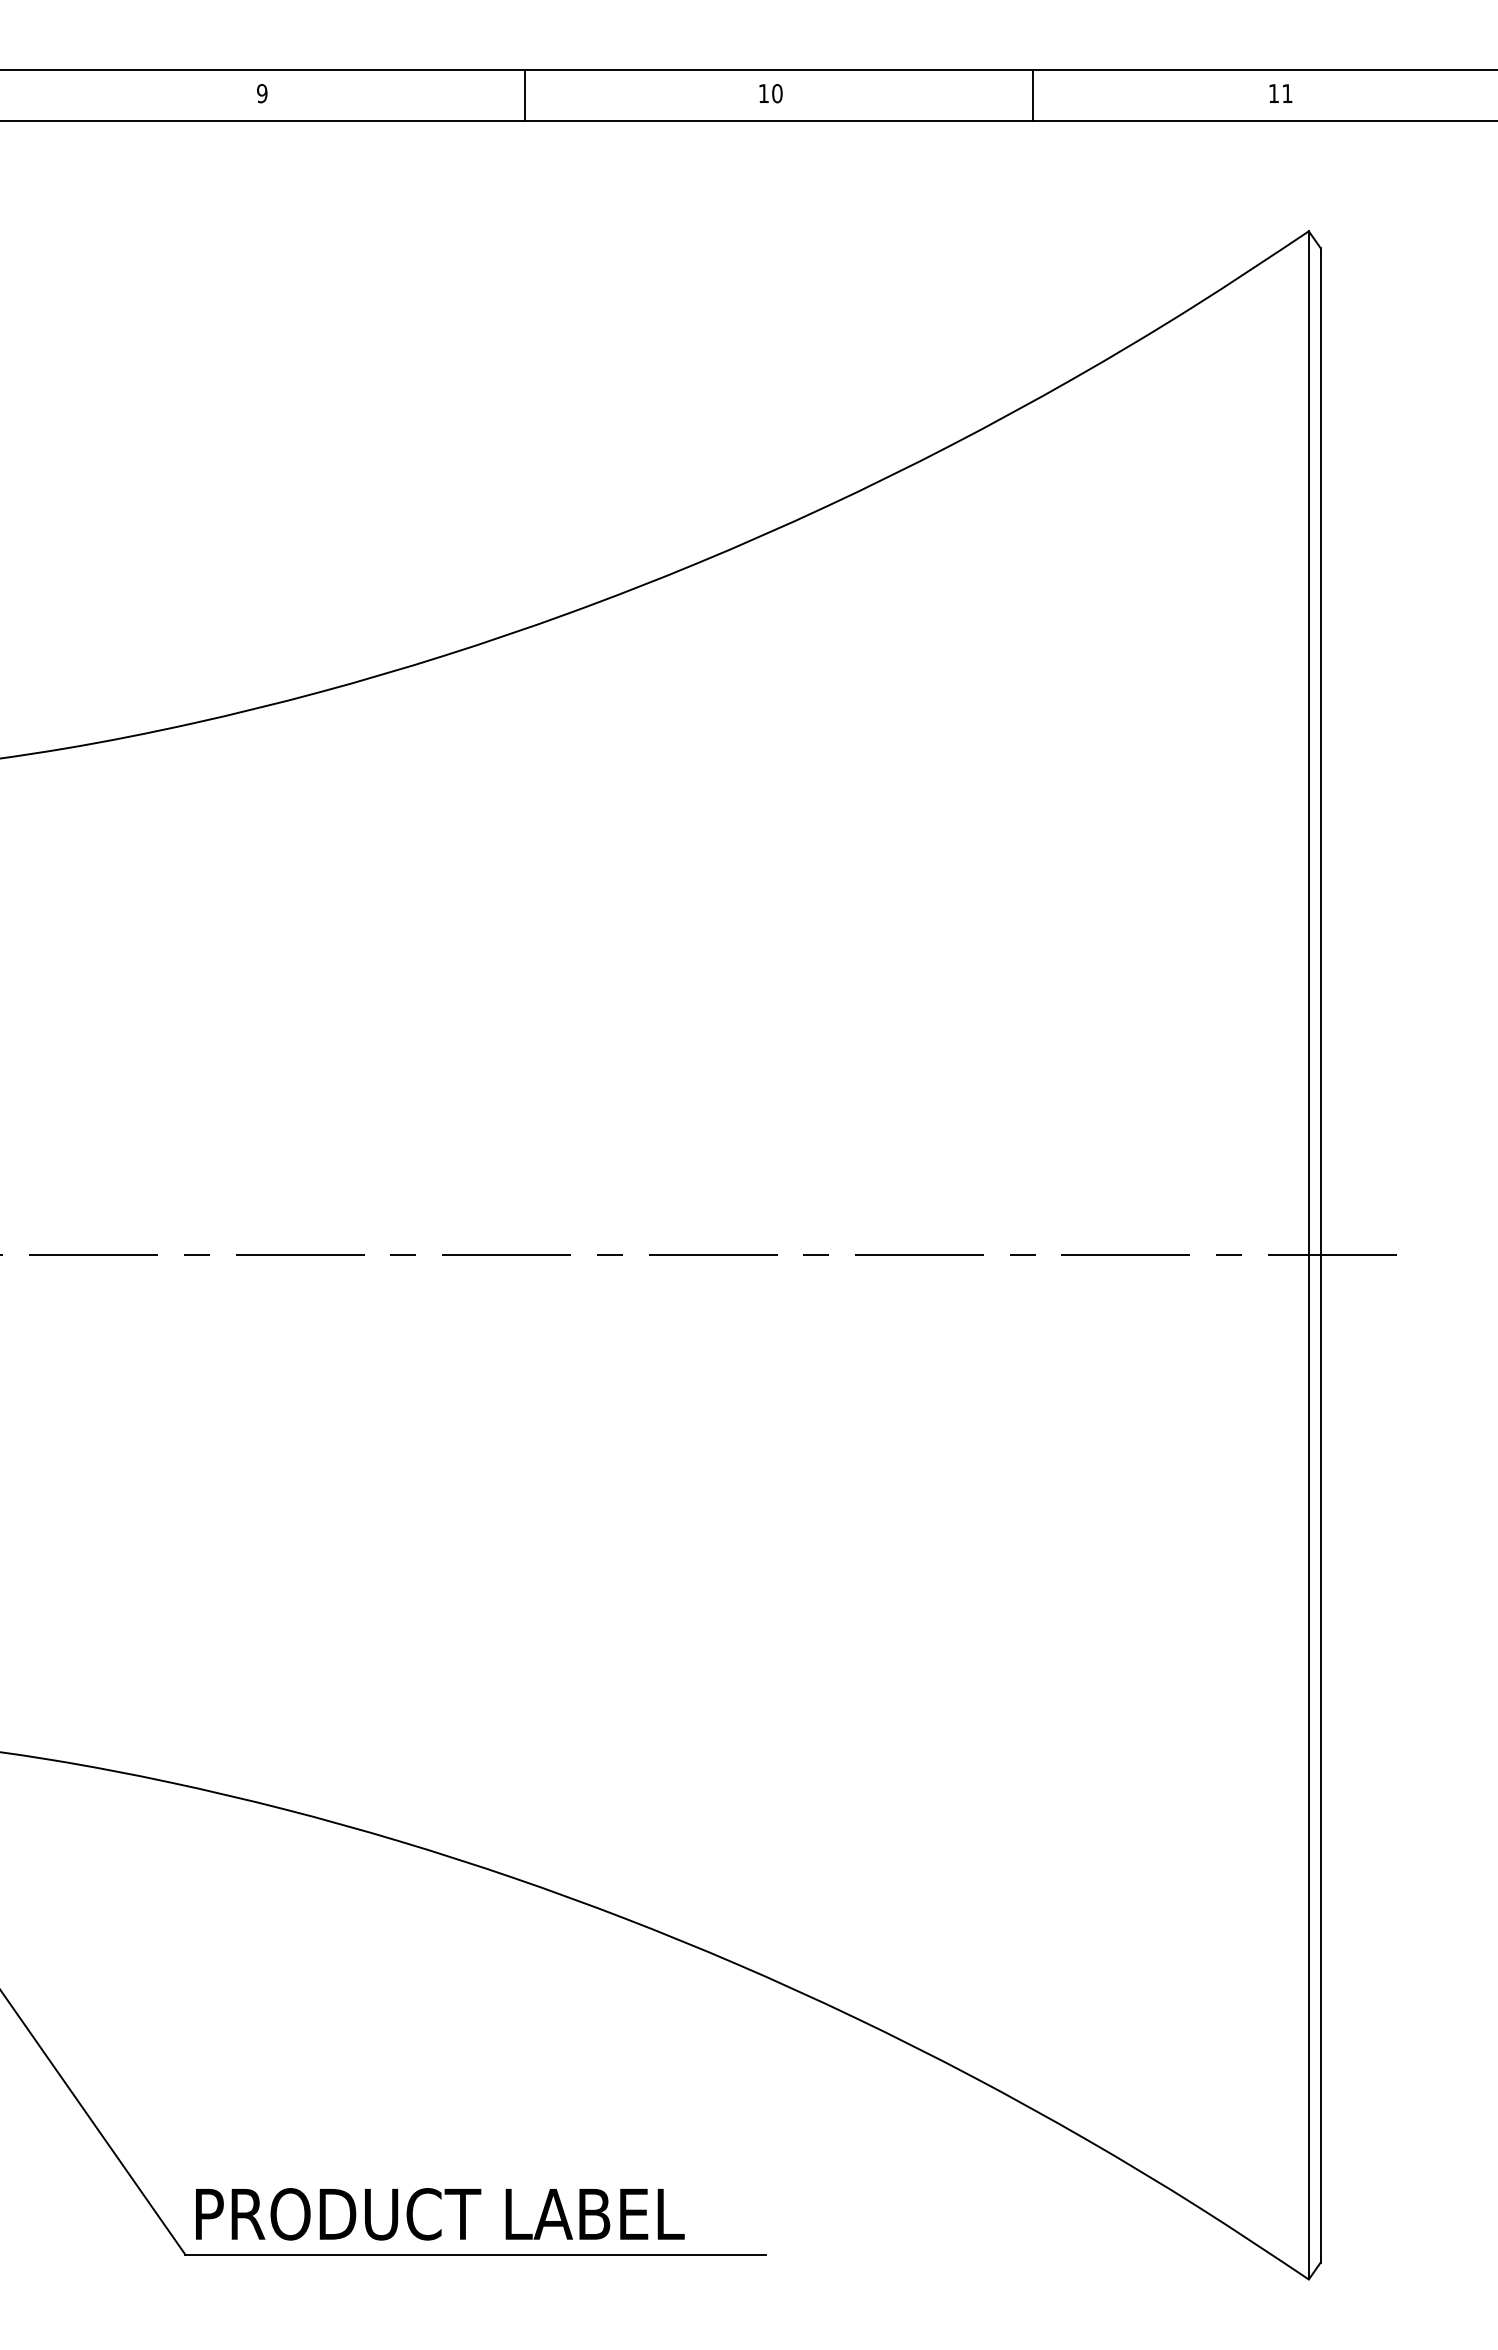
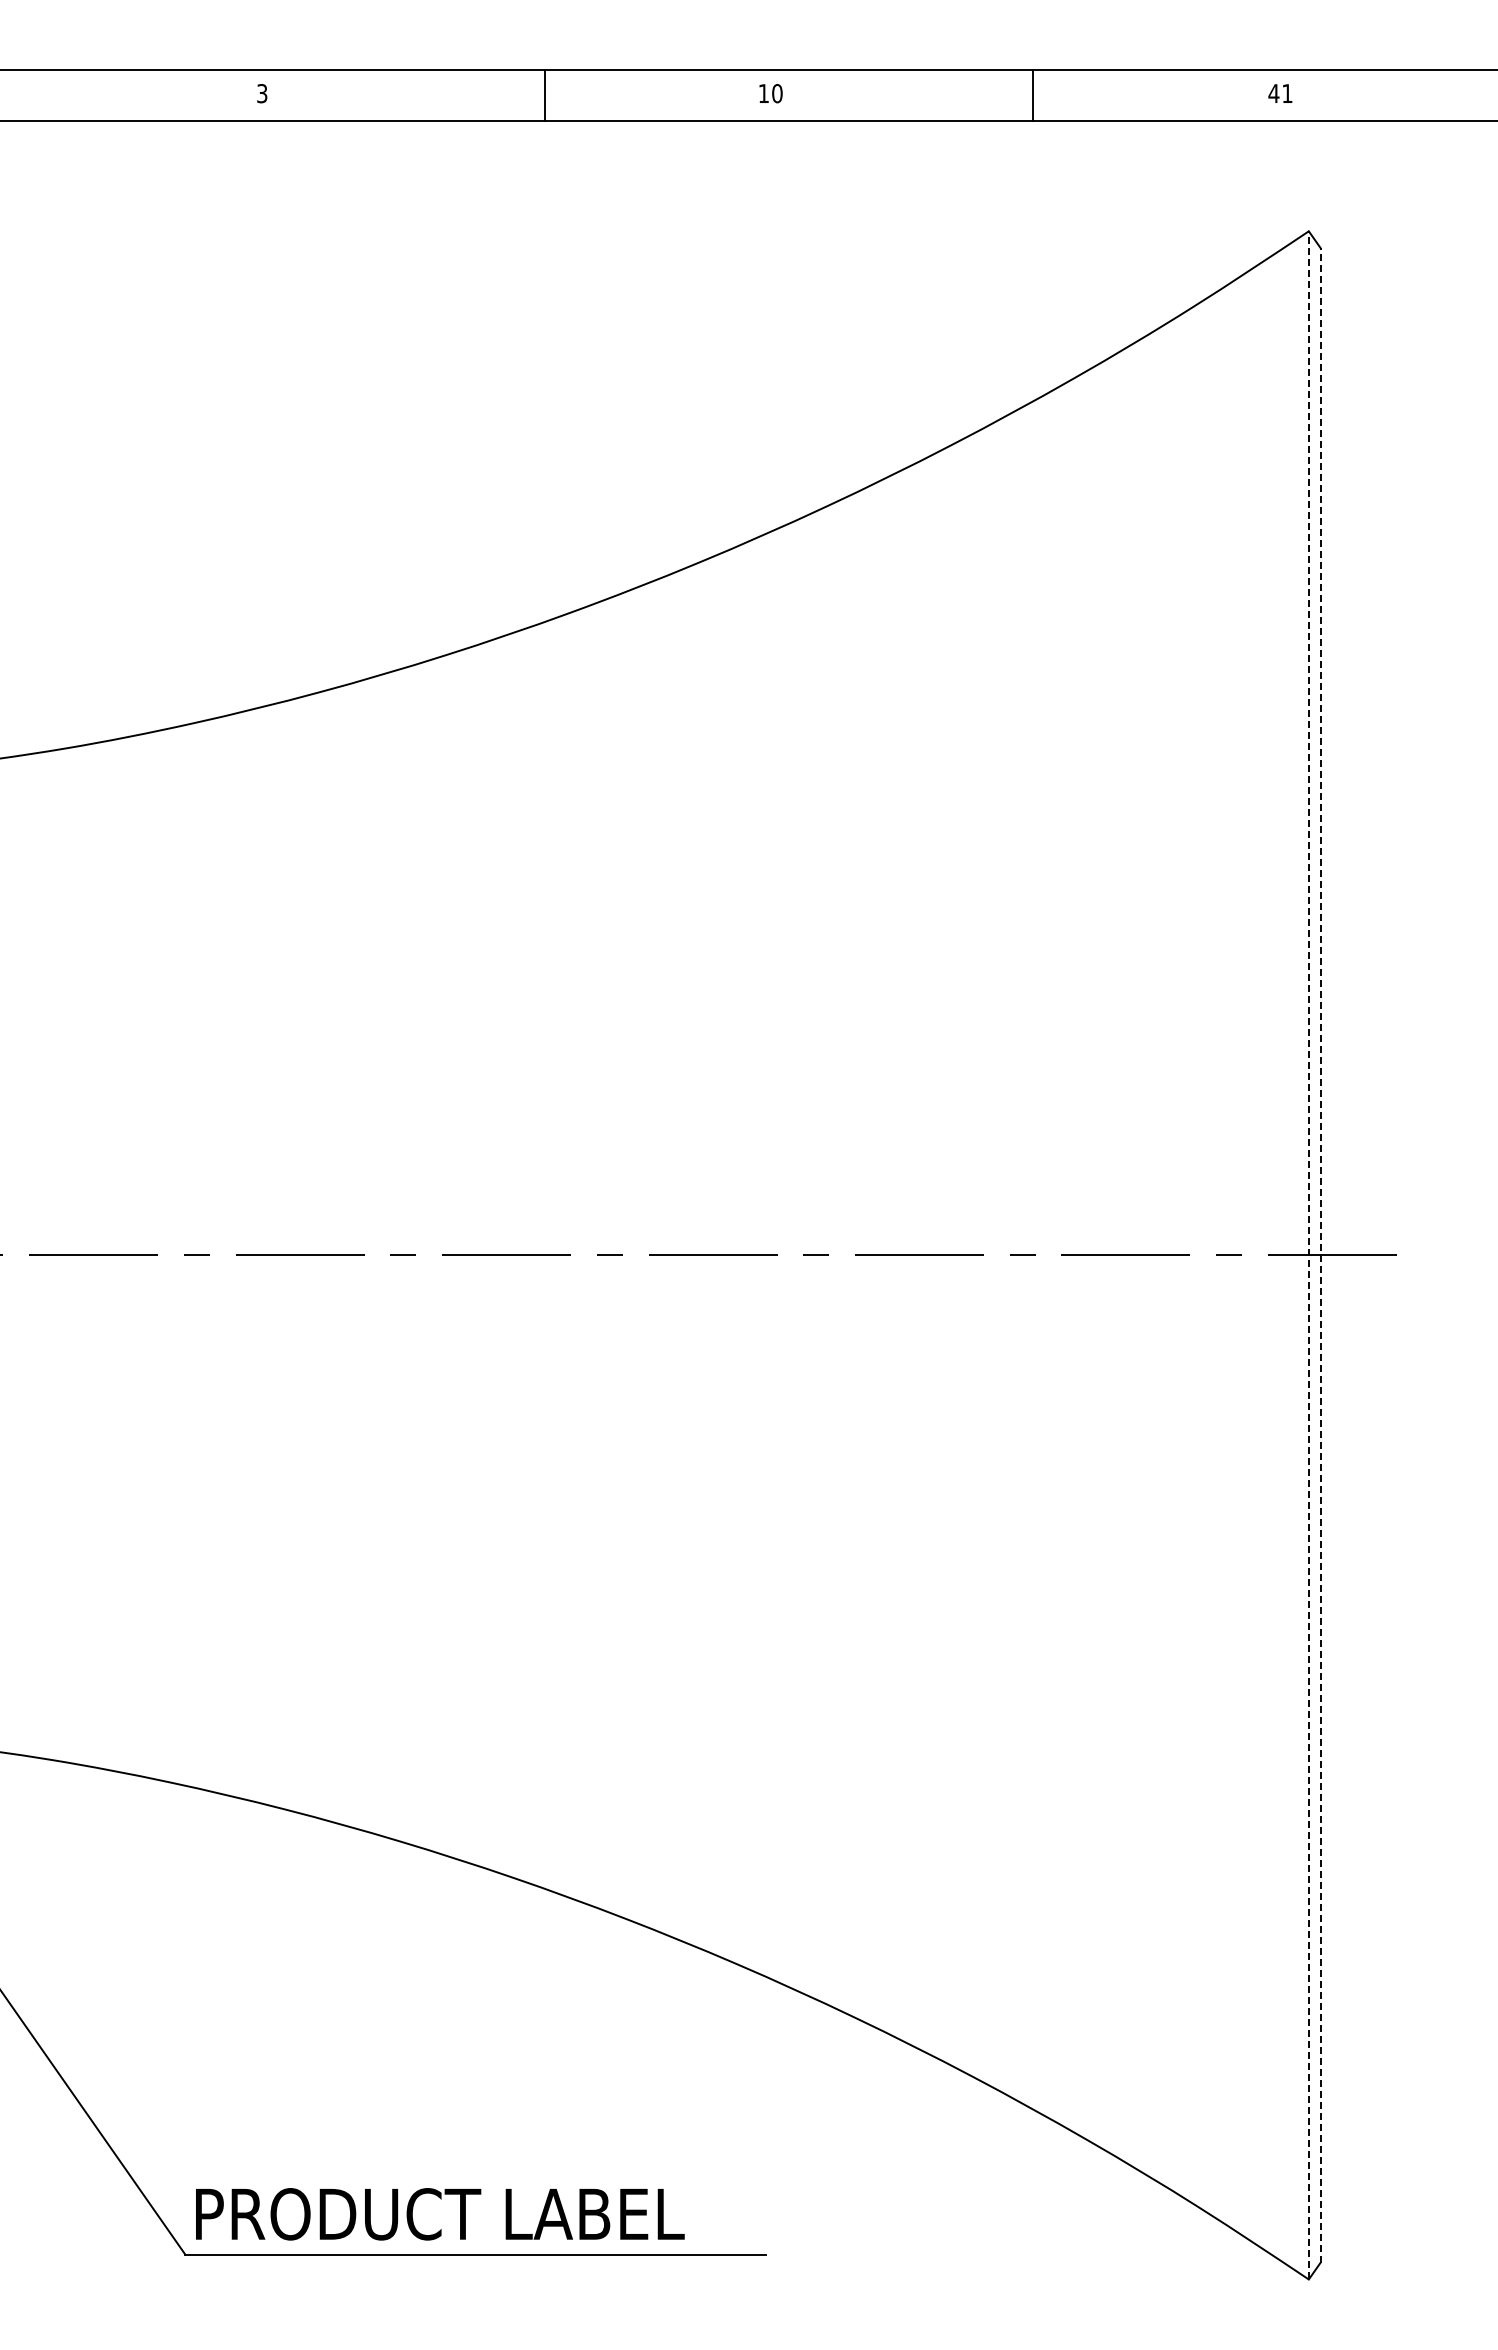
text at (262, 93): 9 -> 3
text at (1273, 93): 11 -> 41
line at (524, 95) position: (524, 95) -> (544, 95)
line at (1308, 1254): solid -> dashed
line at (1320, 1254): solid -> dashed
